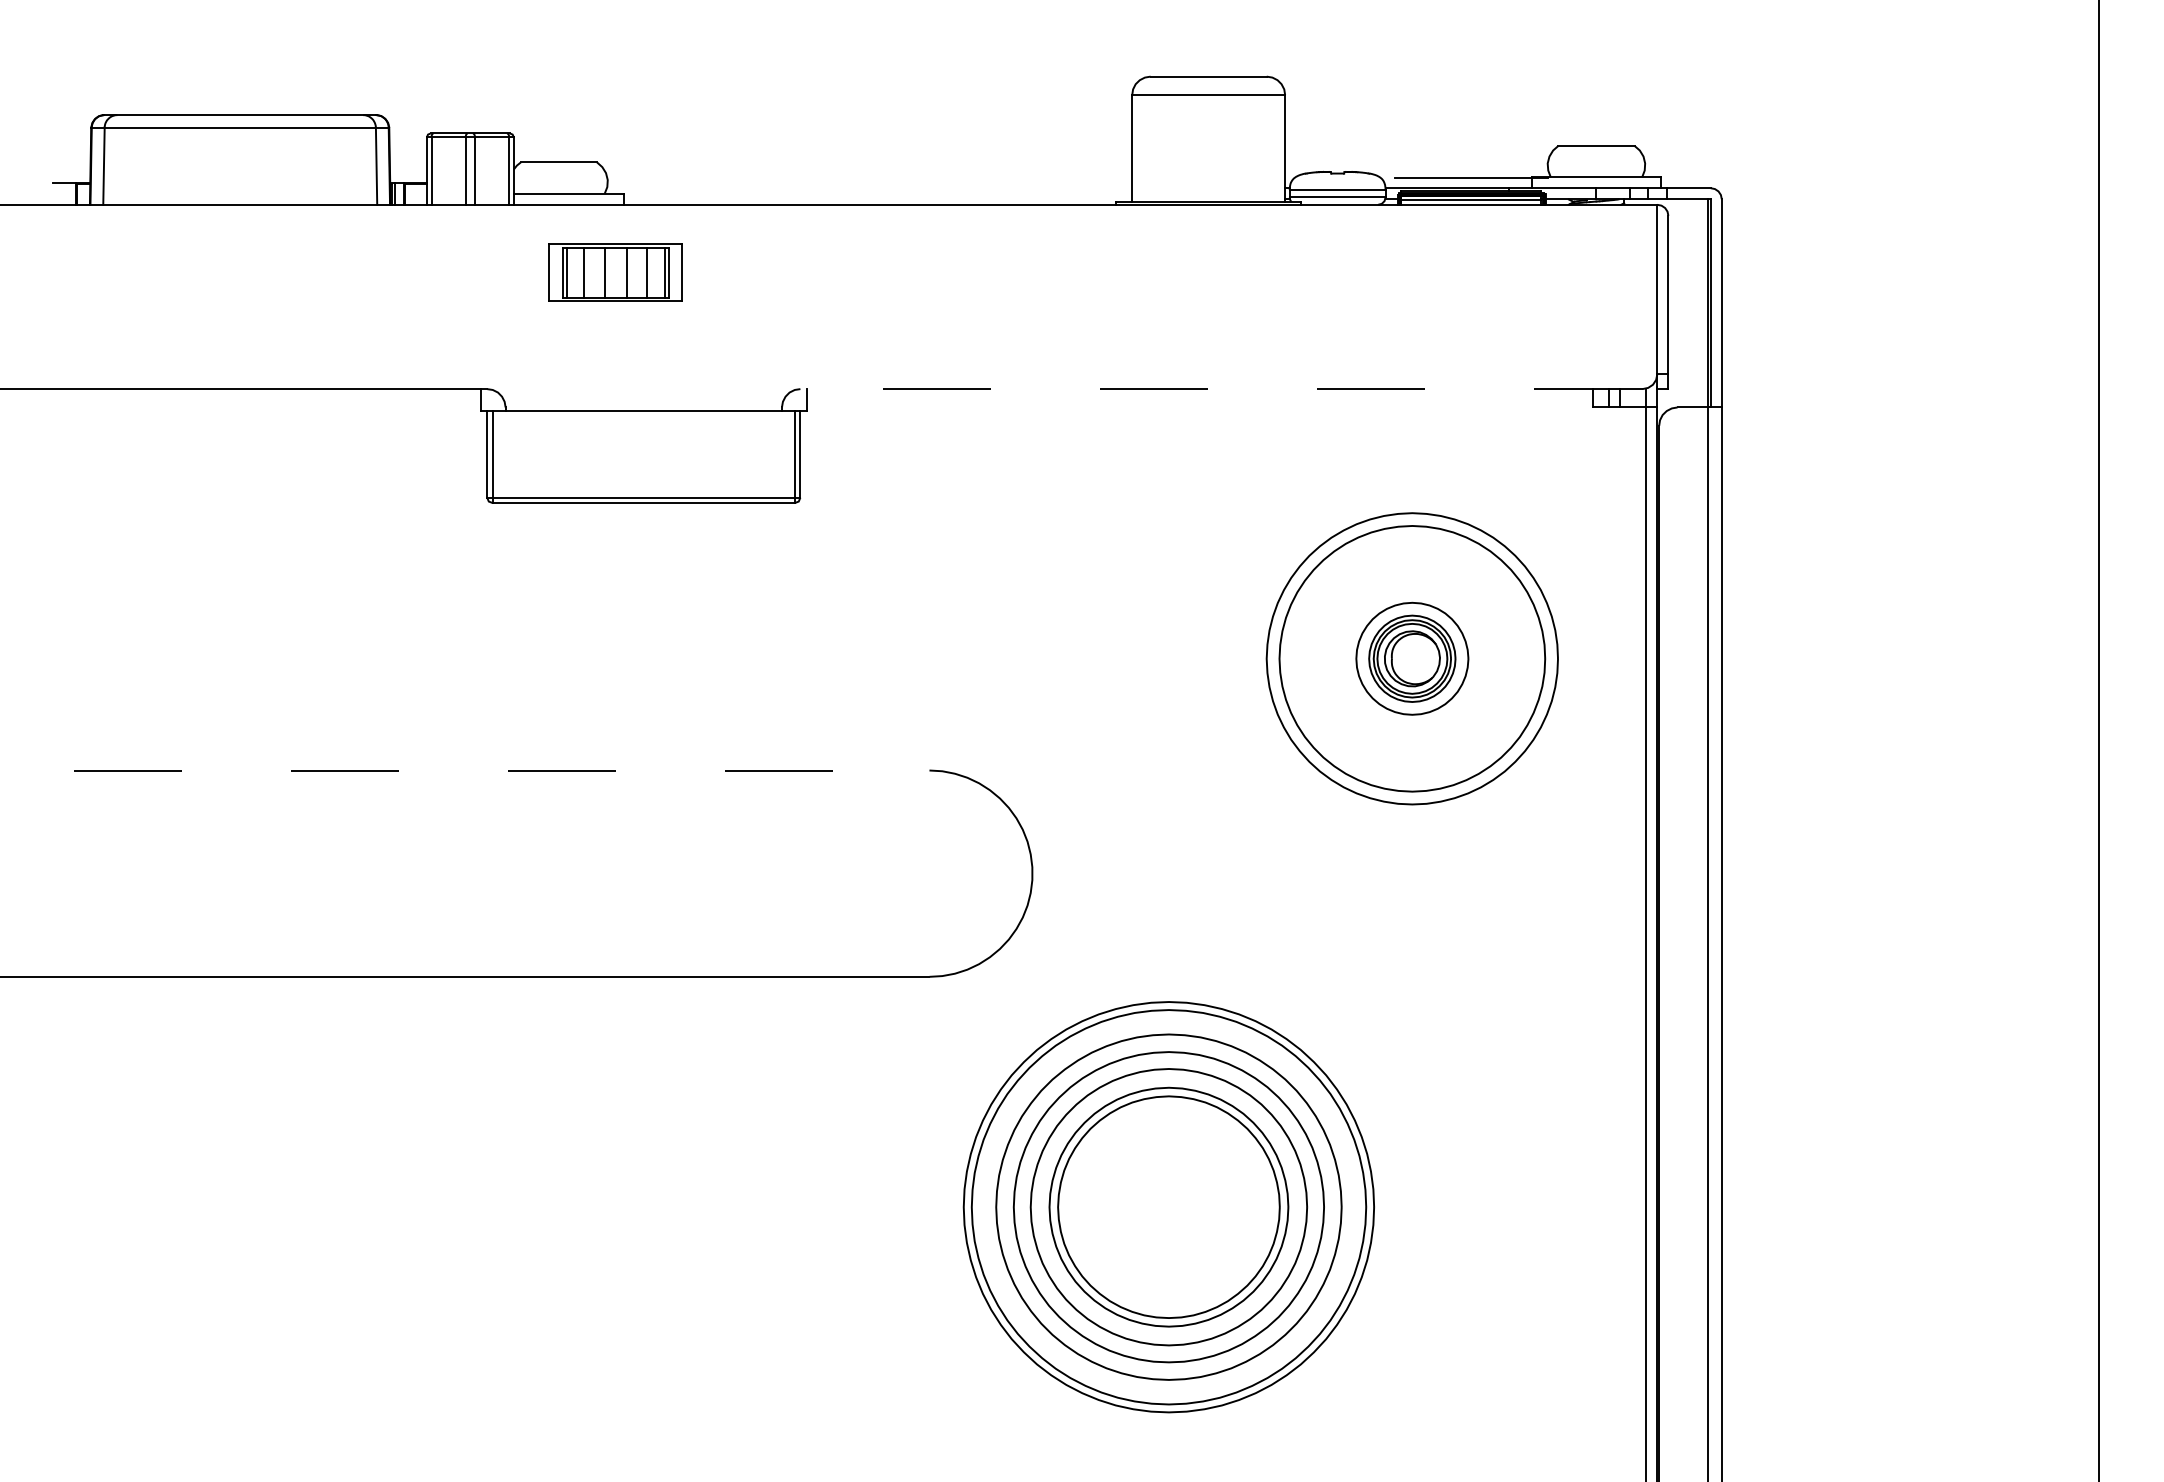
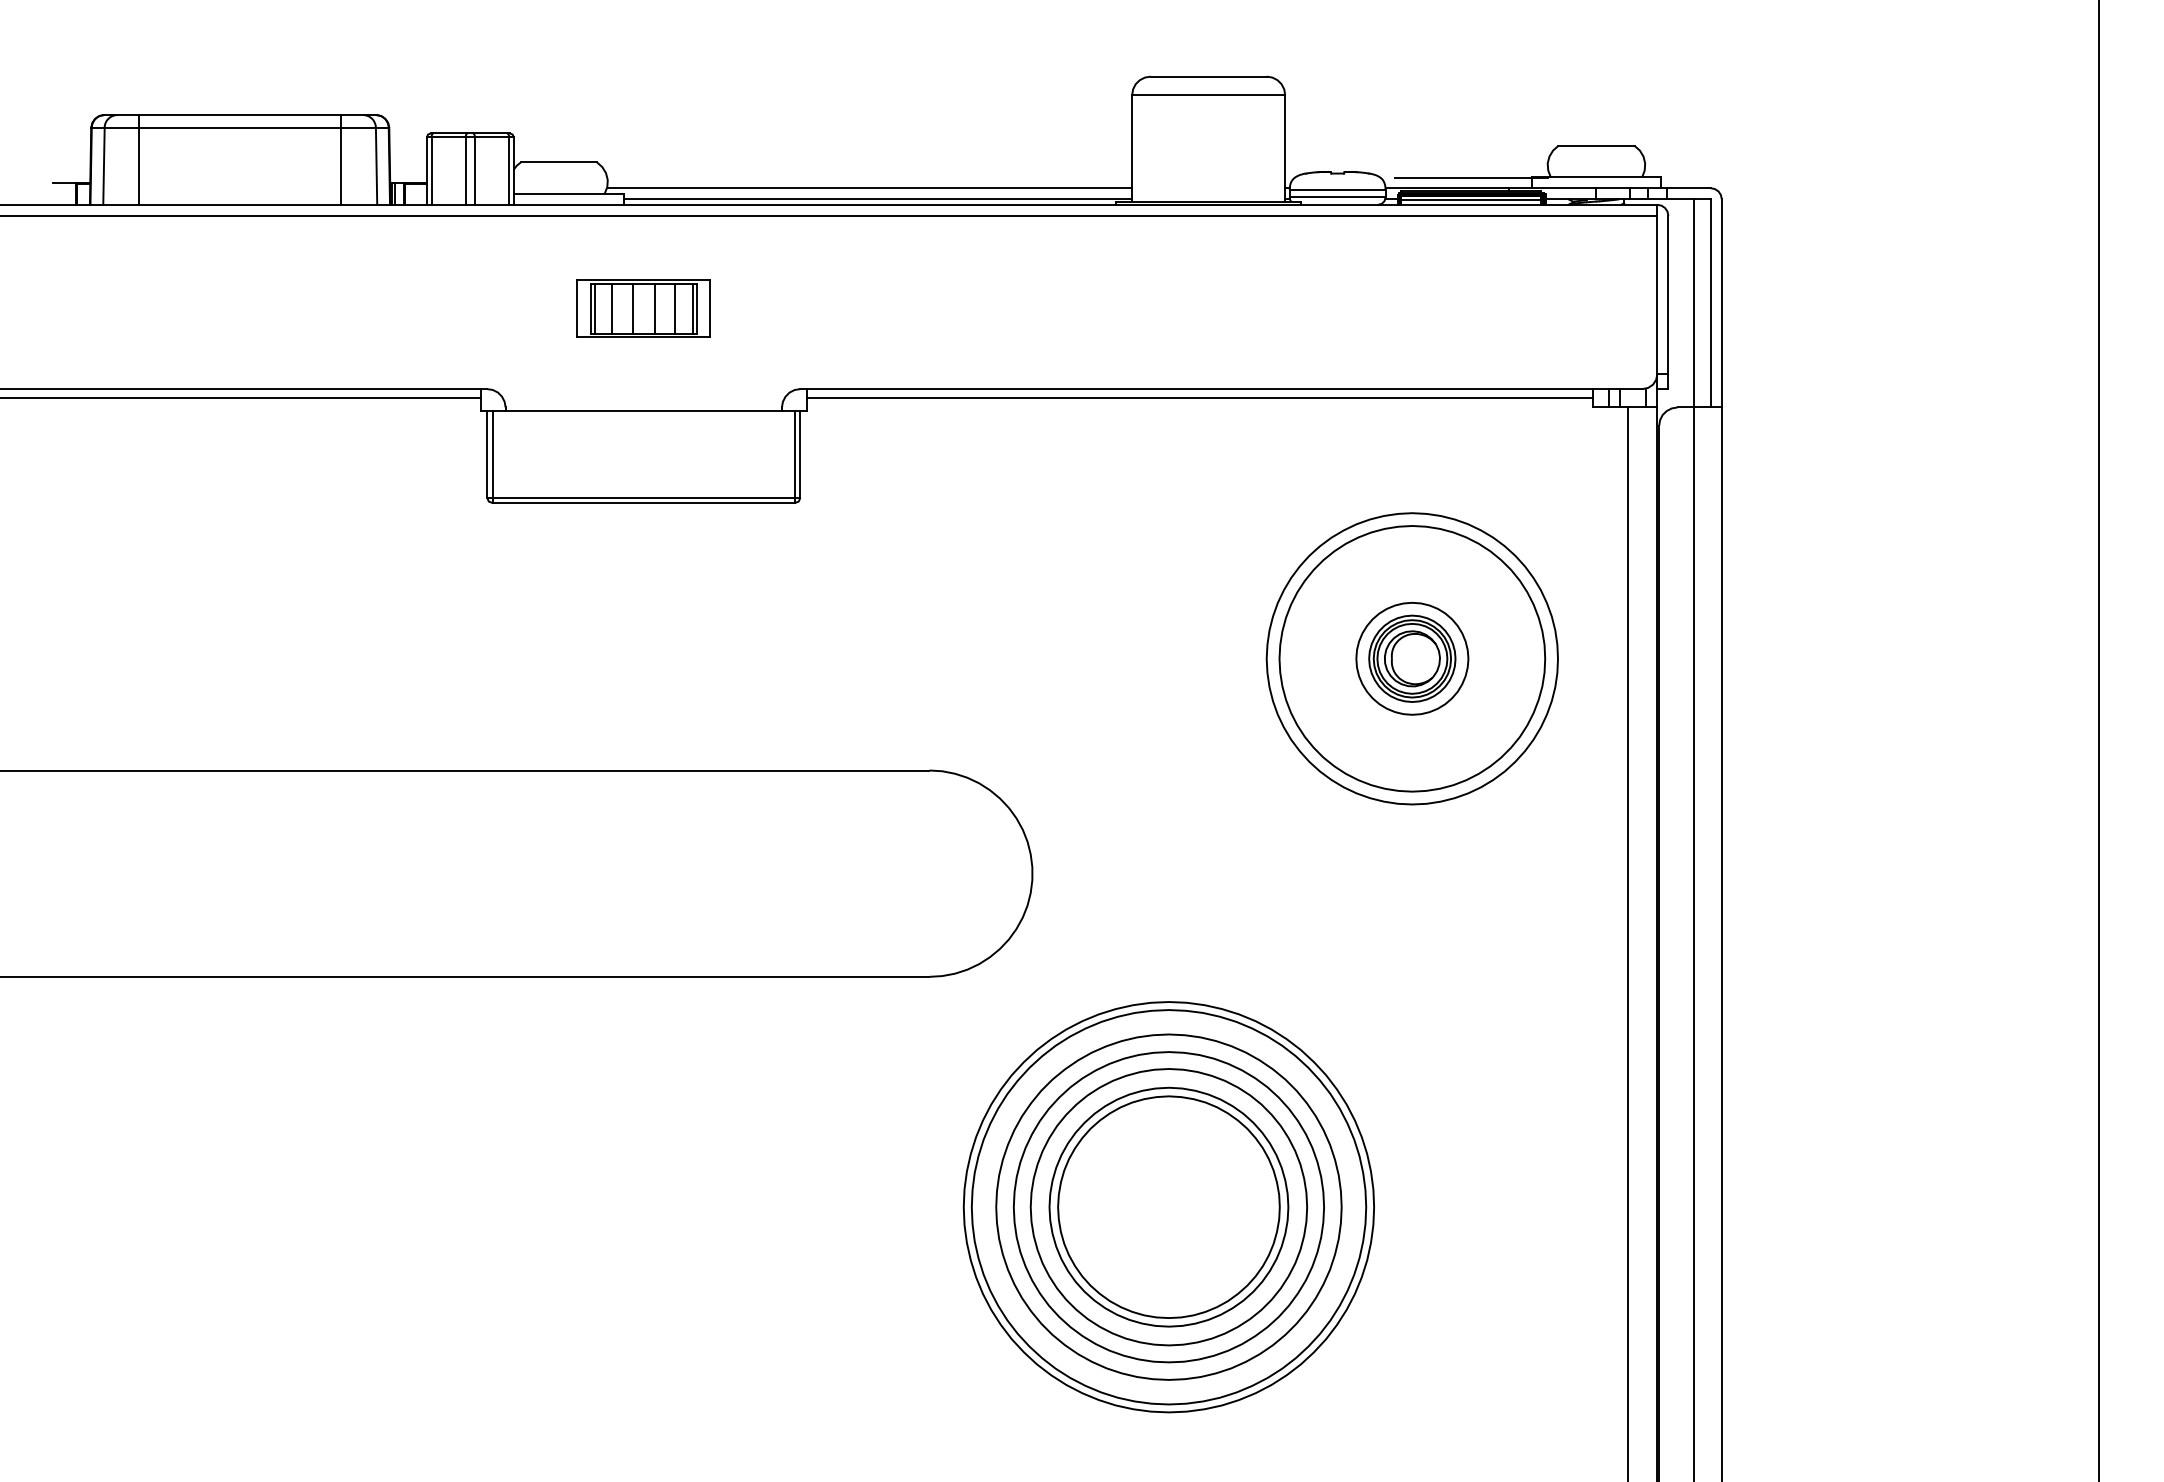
line at (139, 159): none -> present
line at (341, 159): none -> present
line at (869, 188): none -> present
line at (877, 199): none -> present
line at (829, 215): none -> present
part at (615, 272) position: (615, 272) -> (643, 308)
line at (1220, 389): dashed -> solid
line at (241, 398): none -> present
line at (1199, 398): none -> present
line at (465, 770): dashed -> solid
line at (1708, 838) position: (1708, 838) -> (1694, 838)
line at (1645, 942) position: (1645, 942) -> (1627, 942)
